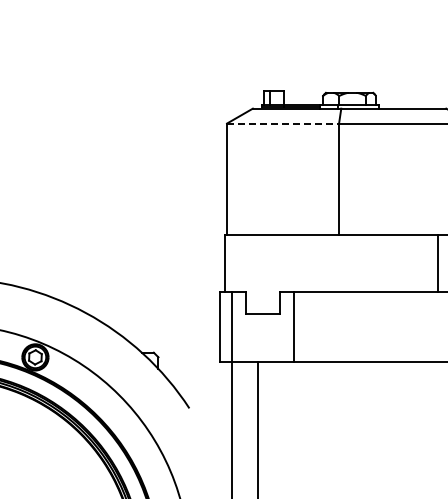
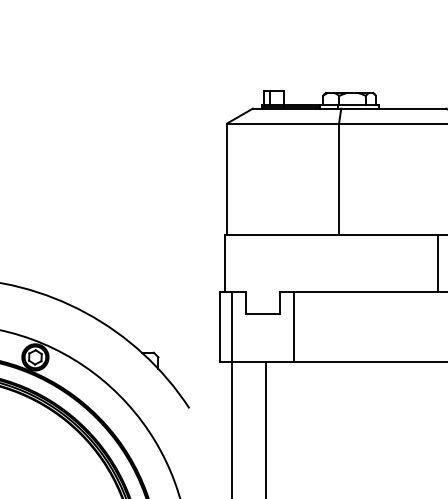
line at (283, 123): dashed -> solid
line at (258, 428) position: (258, 428) -> (266, 428)
